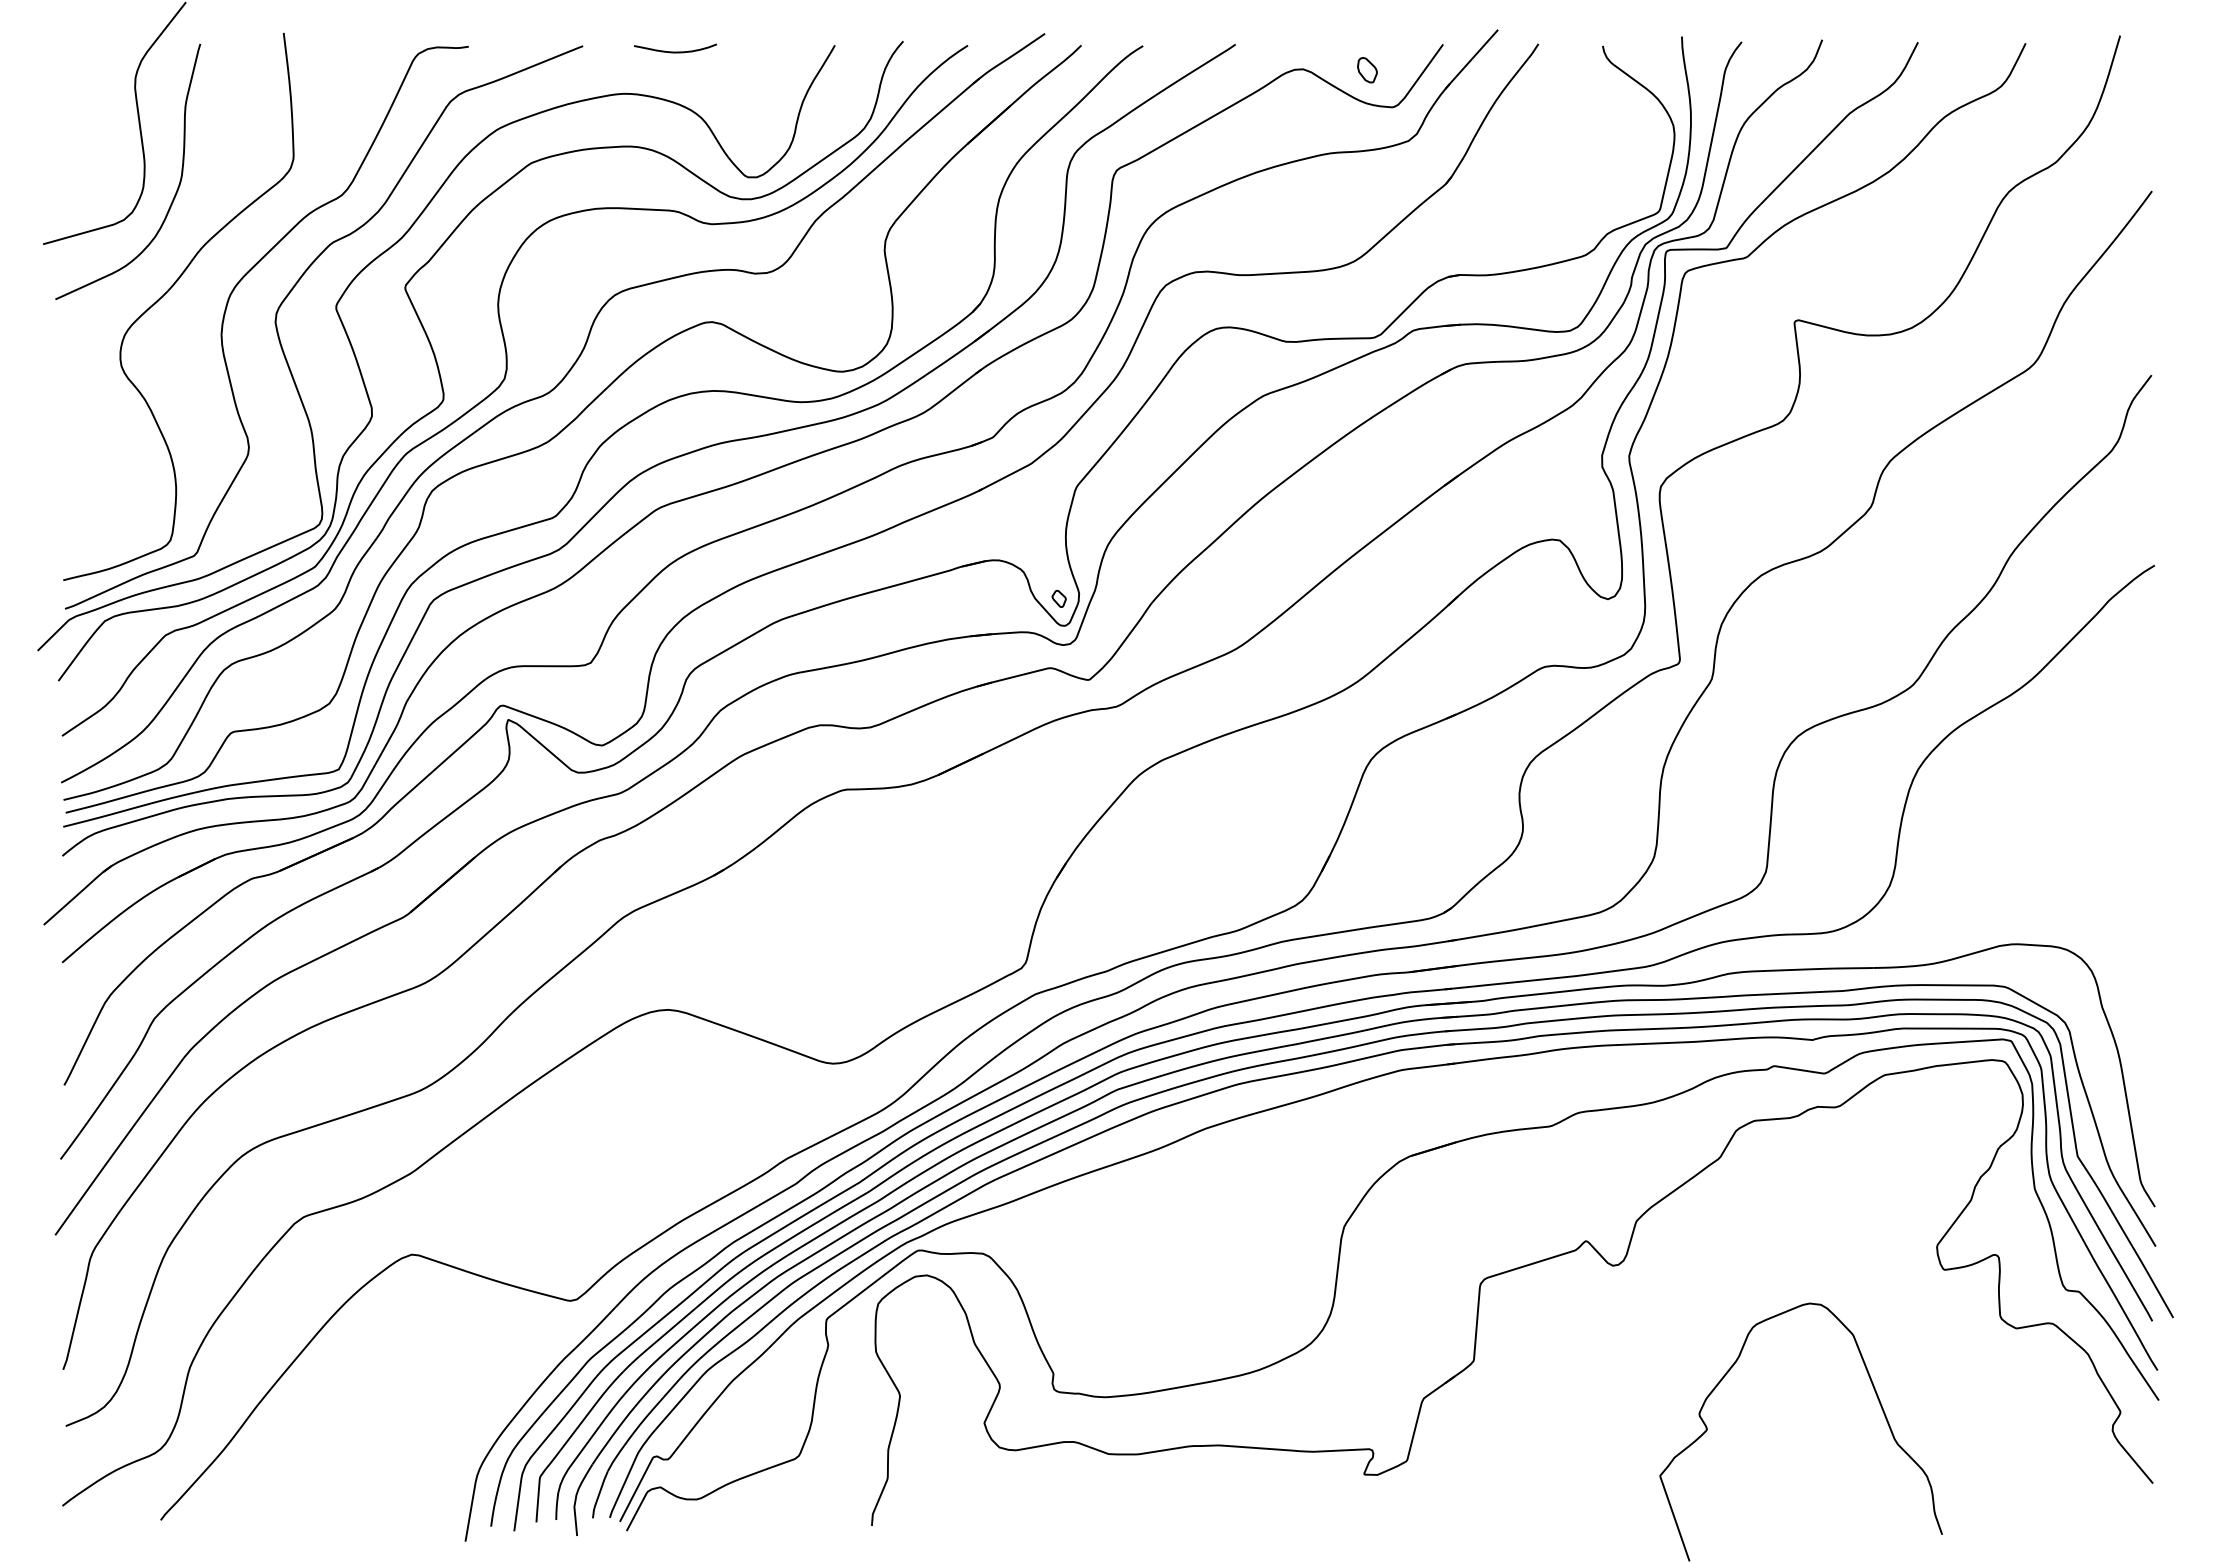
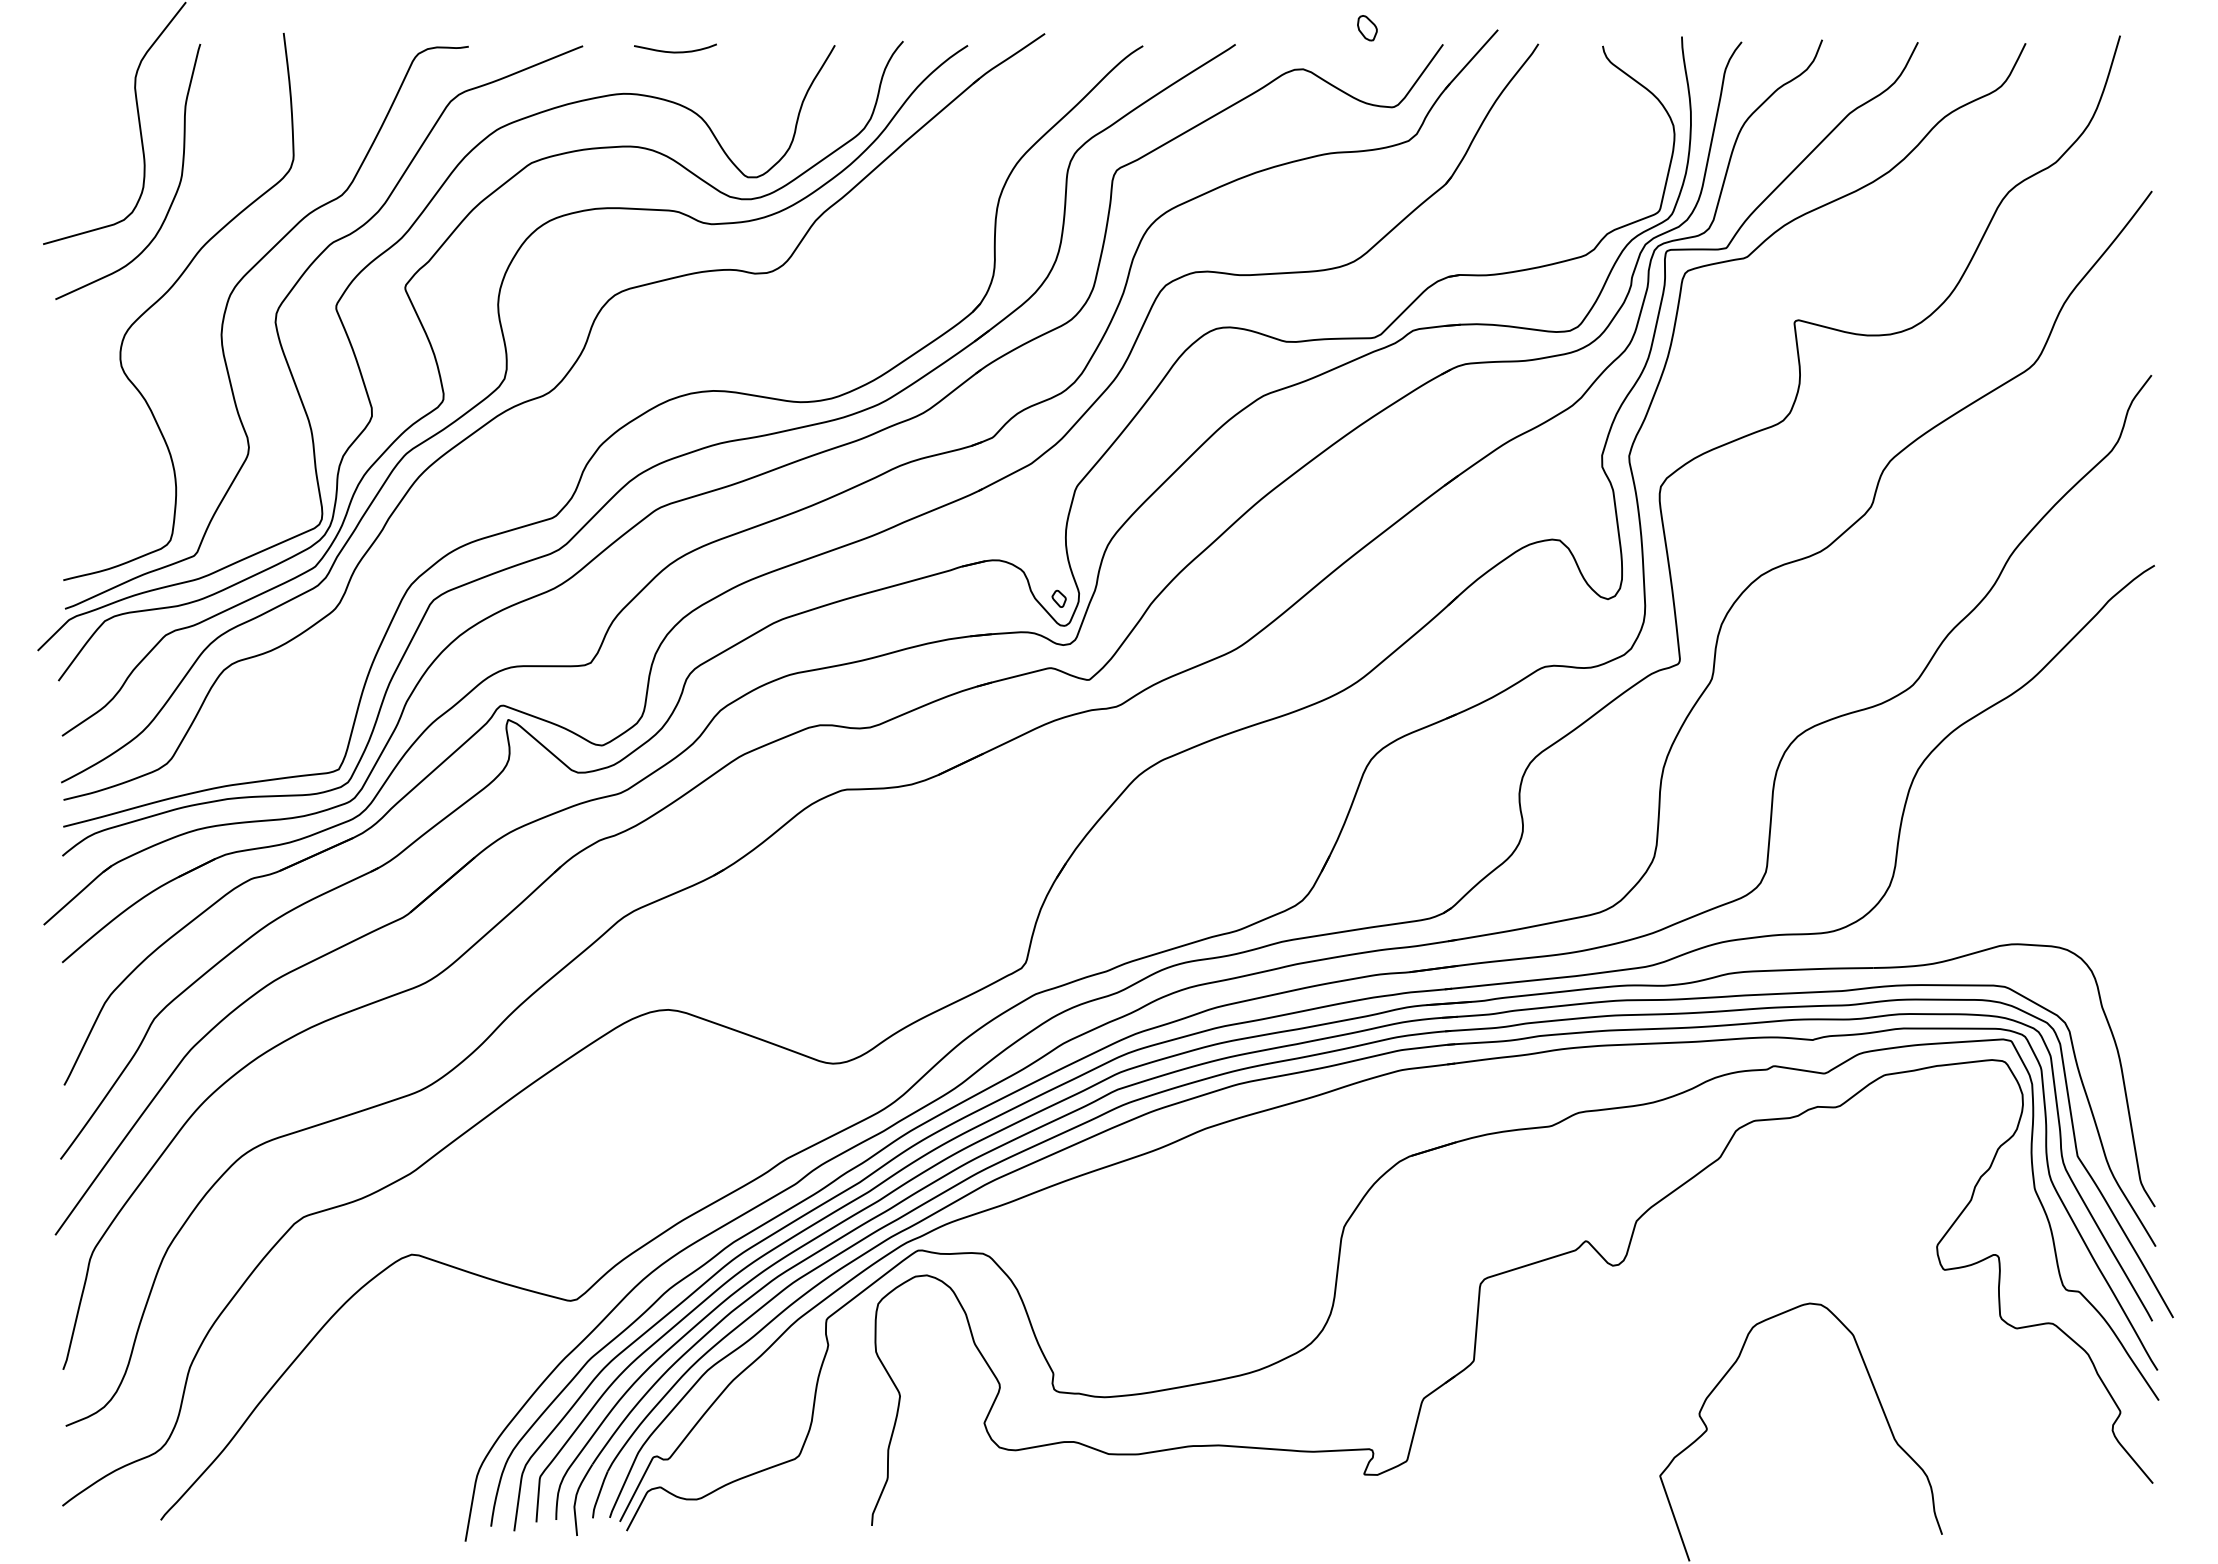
part at (1367, 70) position: (1367, 70) -> (1367, 28)
part at (573, 429): present -> none
